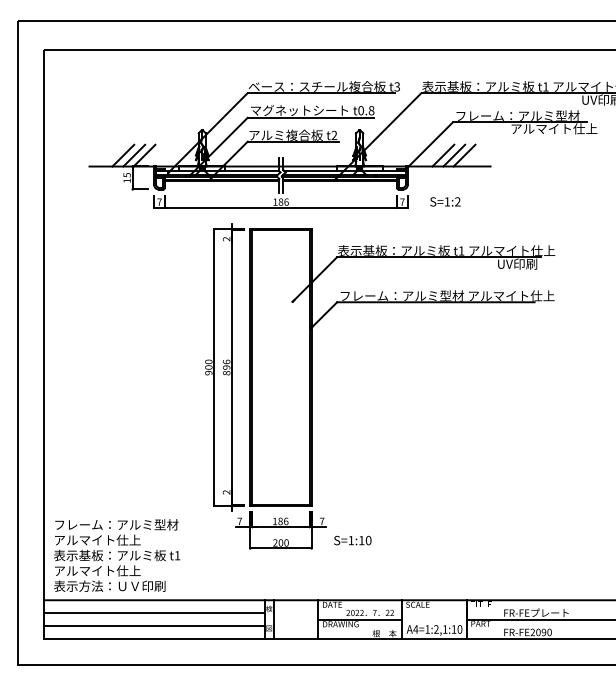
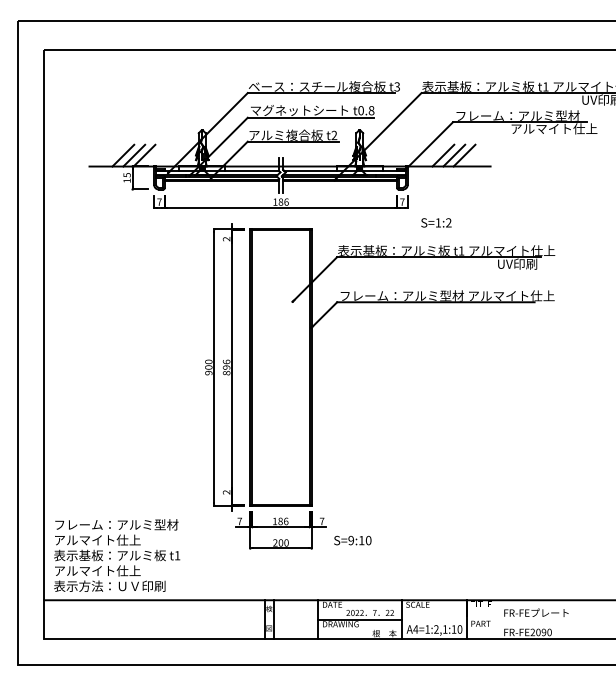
text at (445, 201) position: (445, 201) -> (436, 222)
text at (350, 540): S=1:10 -> S=9:10
line at (154, 613): present -> none
line at (539, 619): present -> none
line at (154, 626): present -> none
